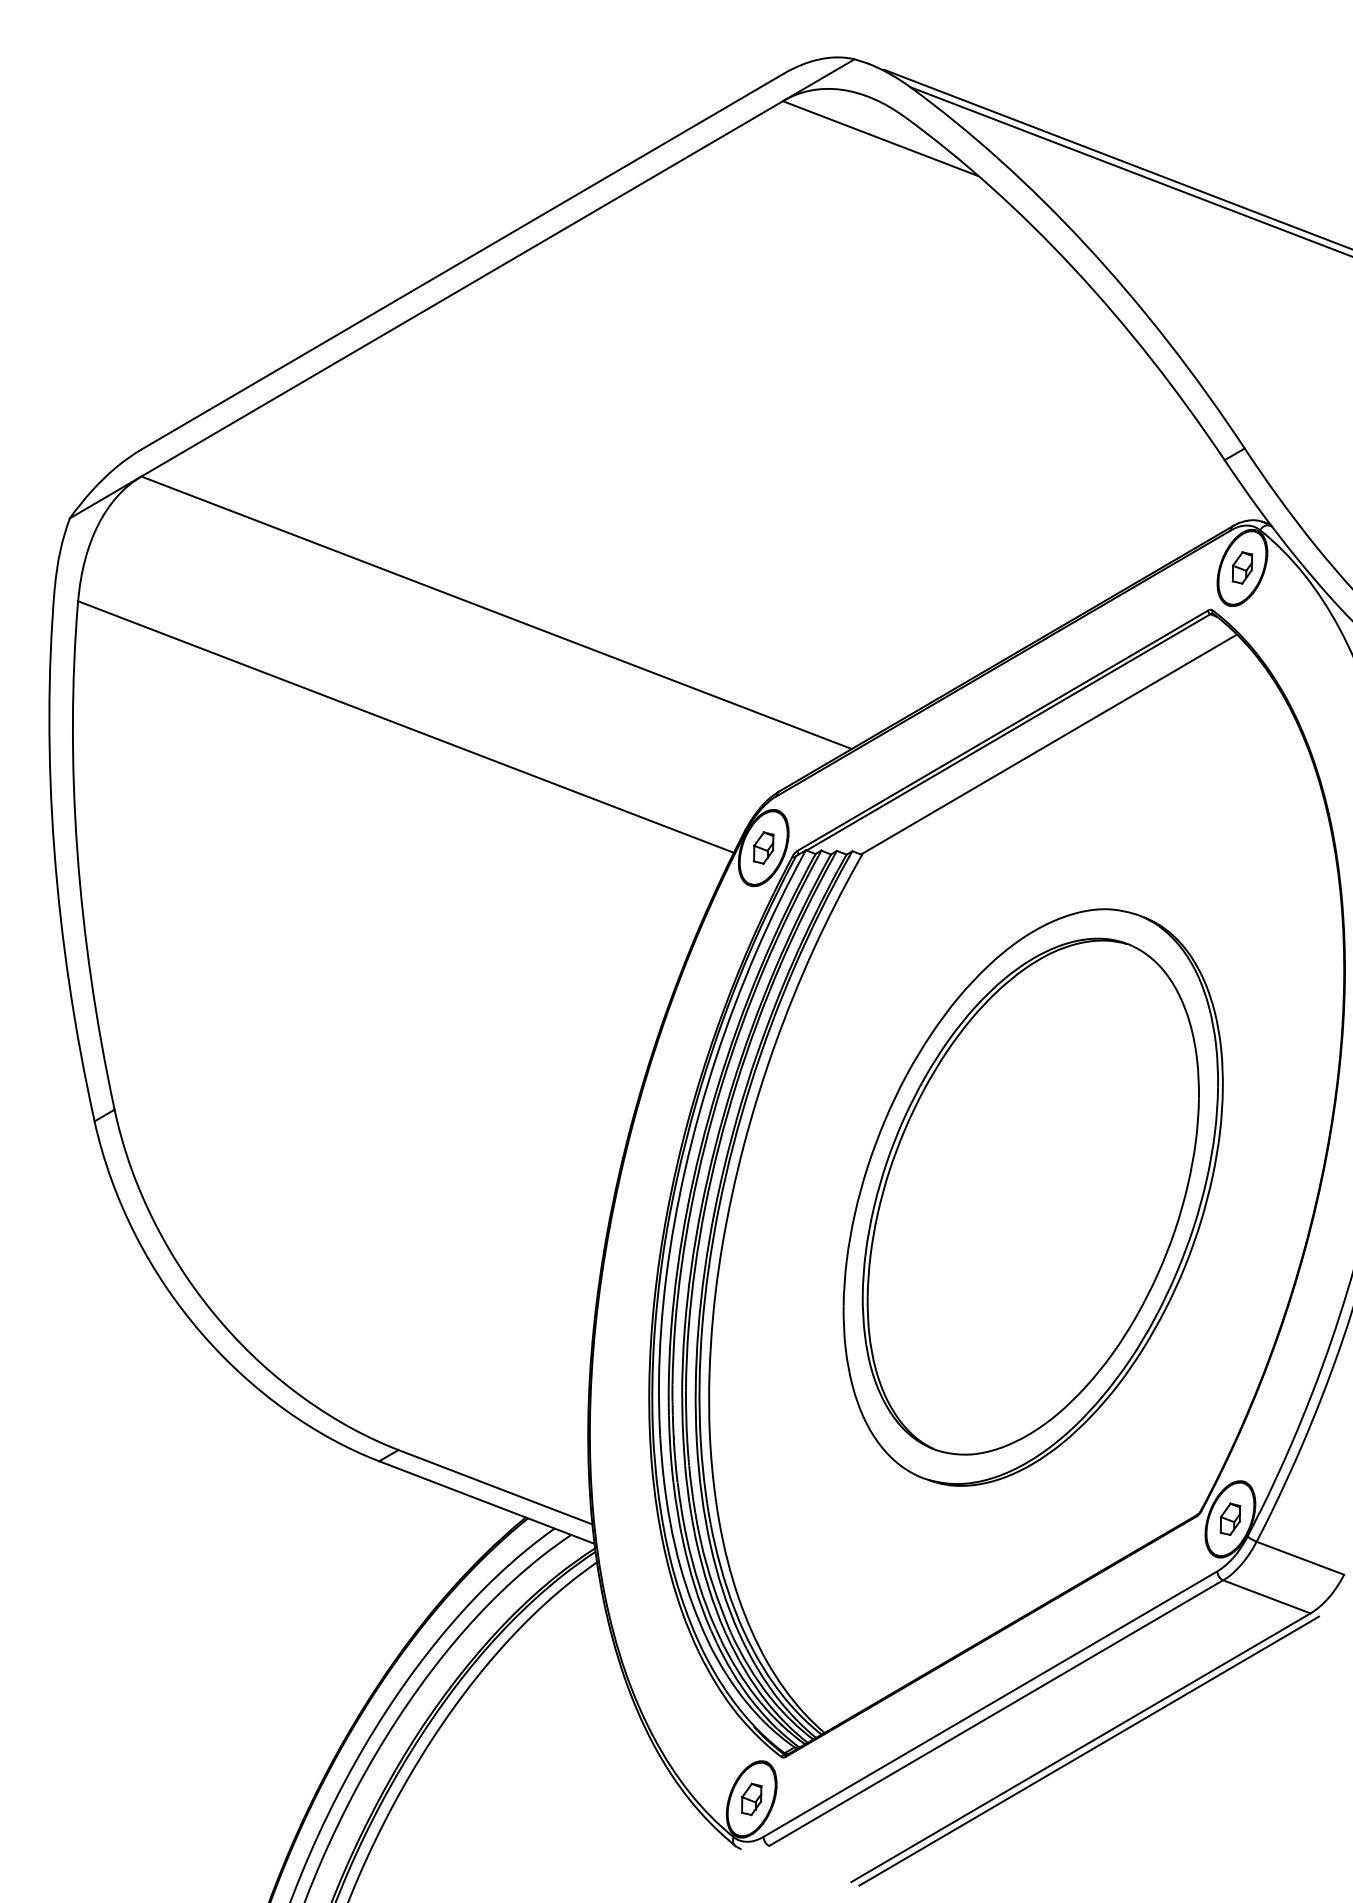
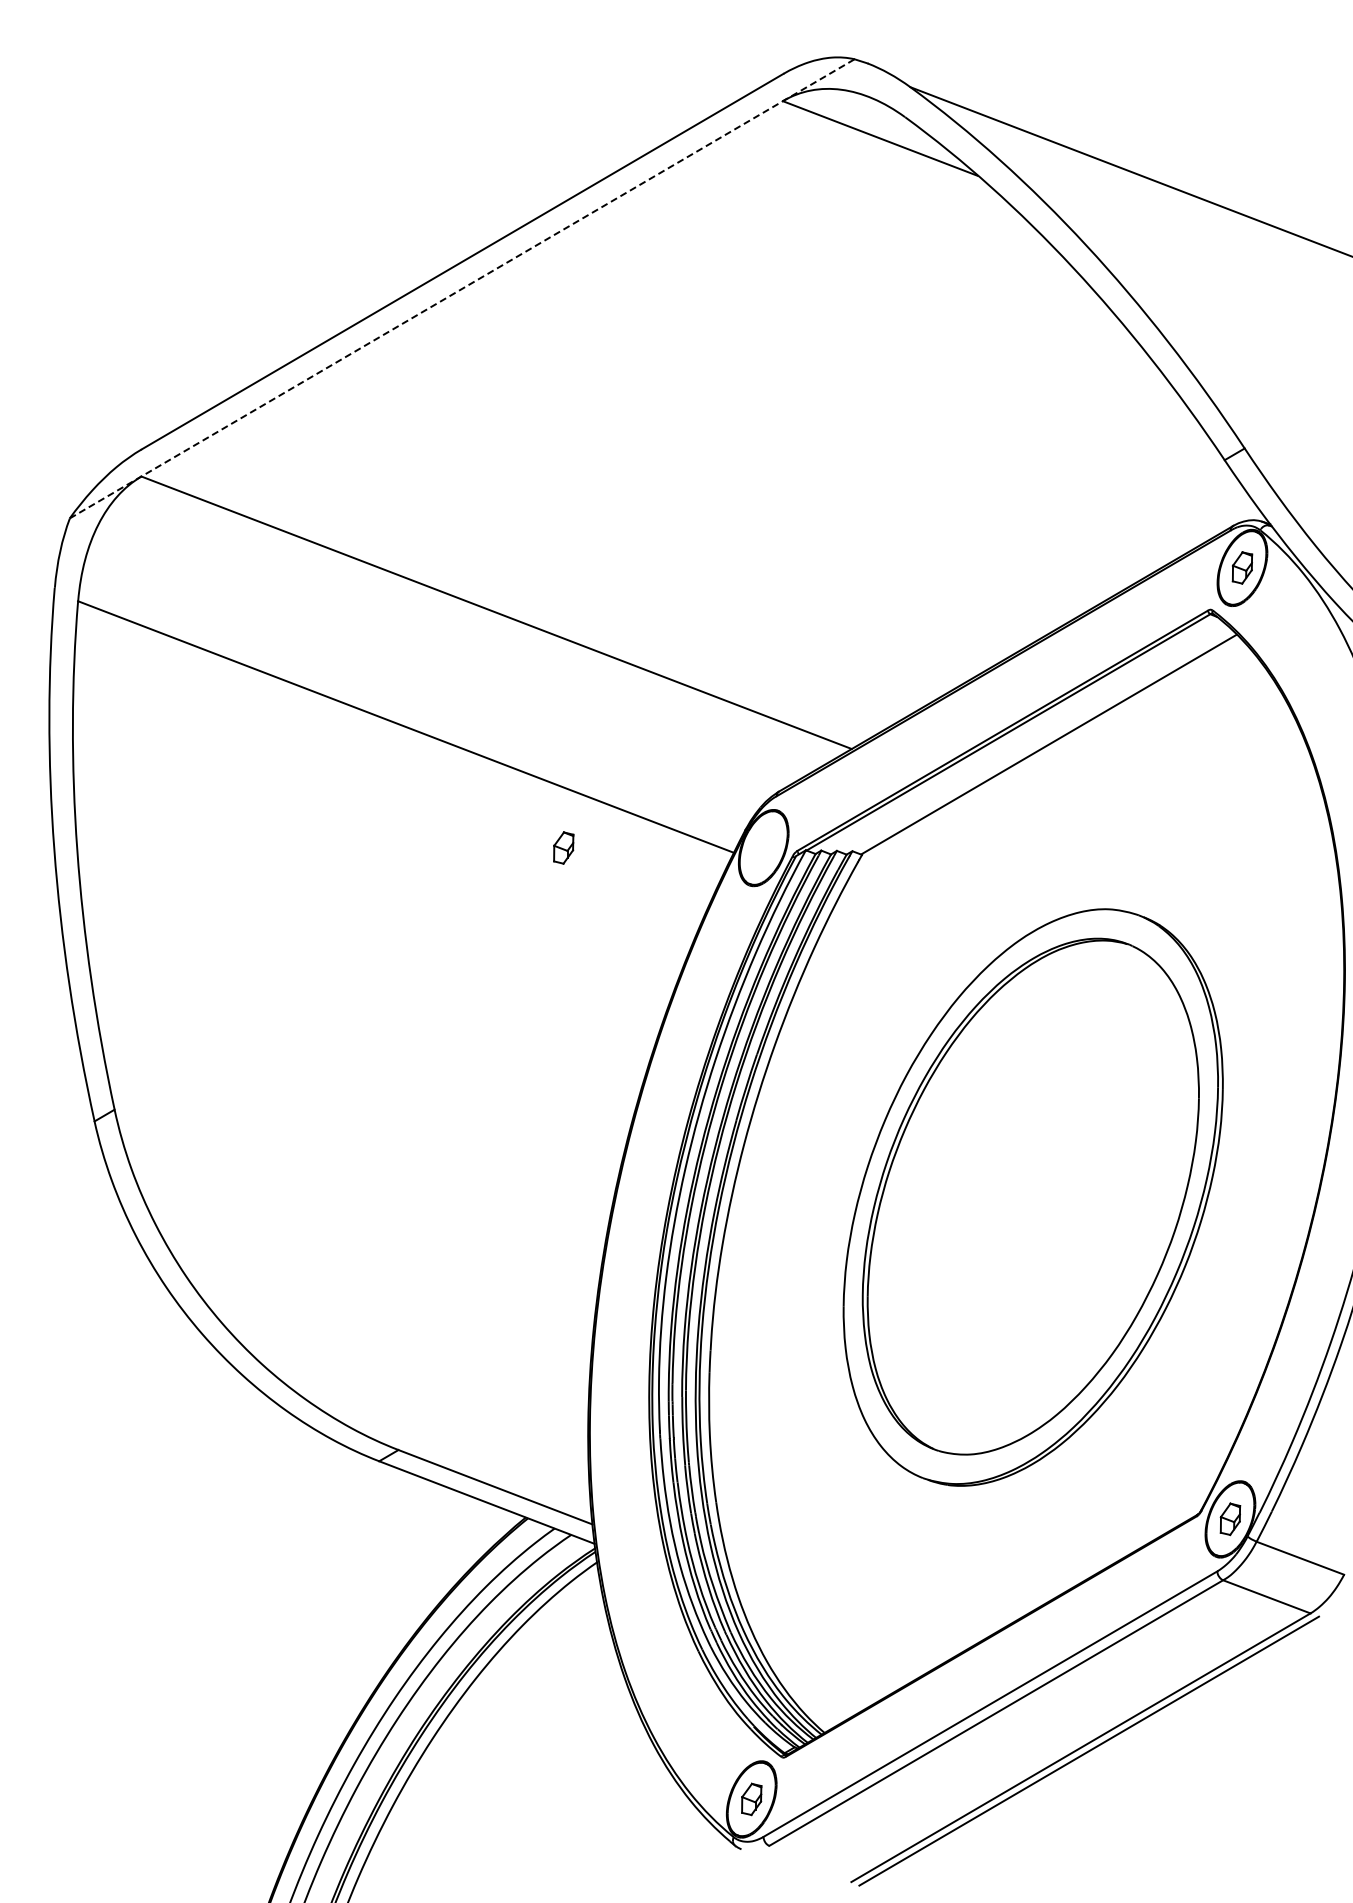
line at (1116, 158): present -> none
line at (462, 288): solid -> dashed
part at (763, 847) position: (763, 847) -> (563, 847)
